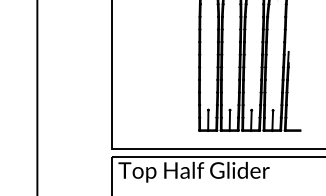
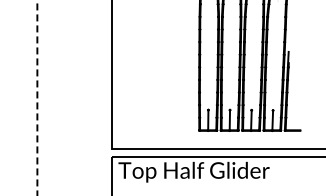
line at (37, 98): solid -> dashed
